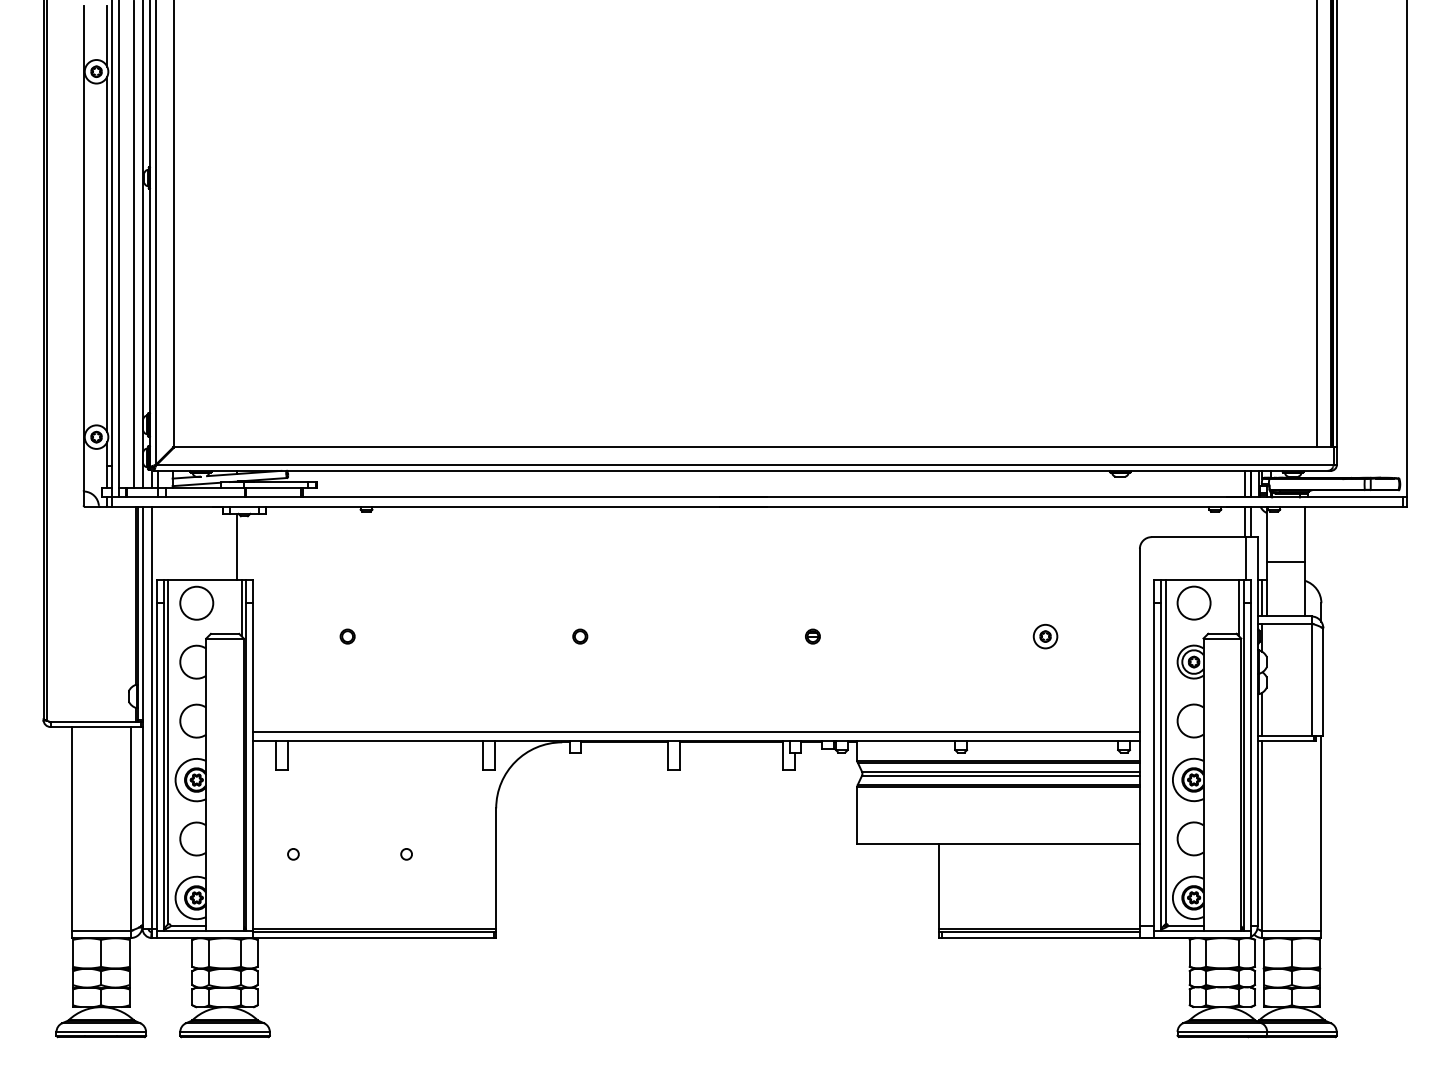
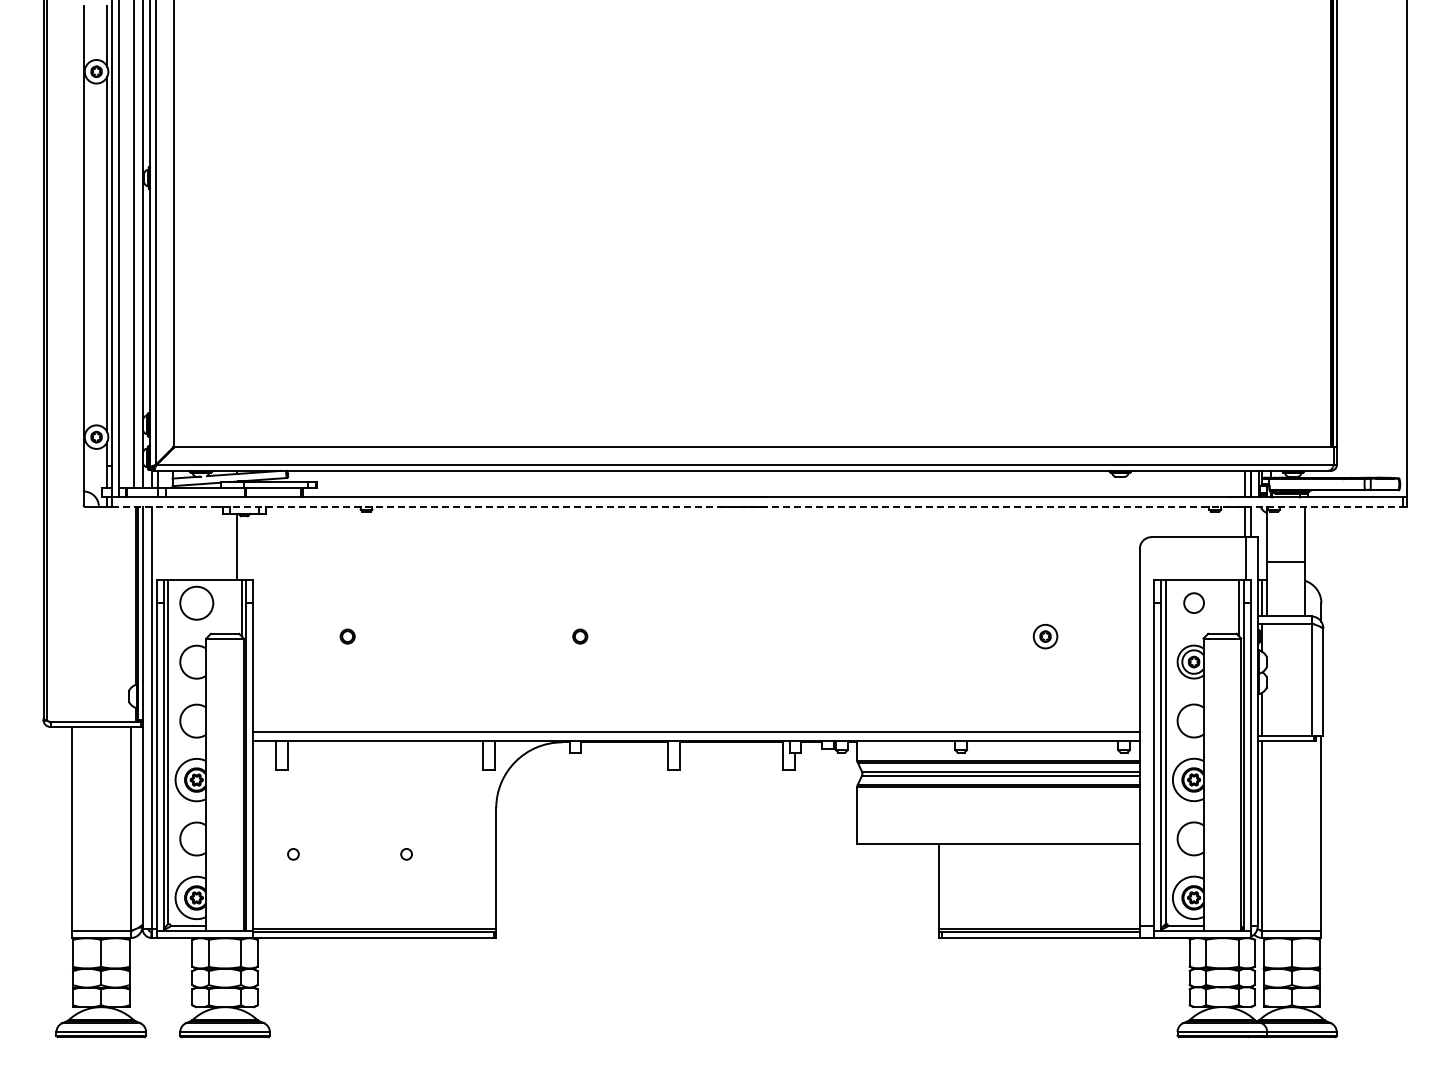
line at (1317, 224): present -> none
line at (759, 506): solid -> dashed
circle at (1193, 602) diameter: 33 px -> 20 px
part at (812, 636): present -> none
